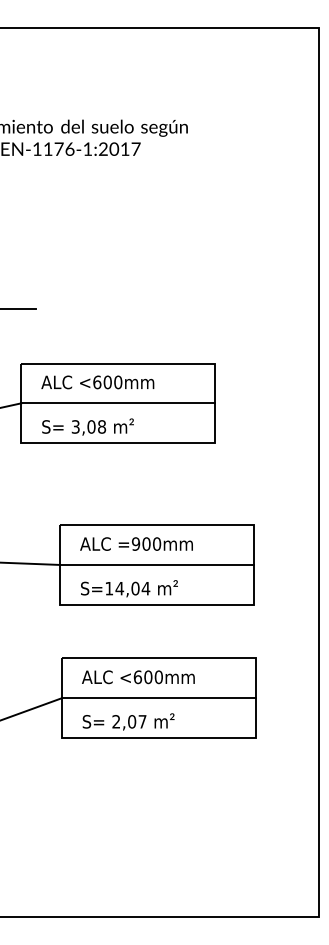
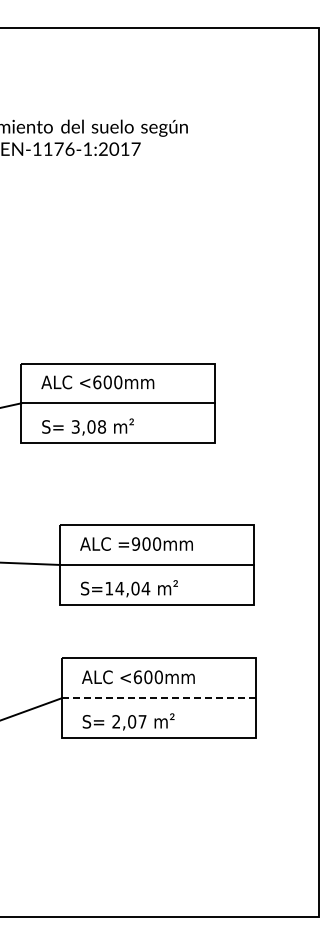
line at (18, 308): present -> none
line at (158, 698): solid -> dashed
